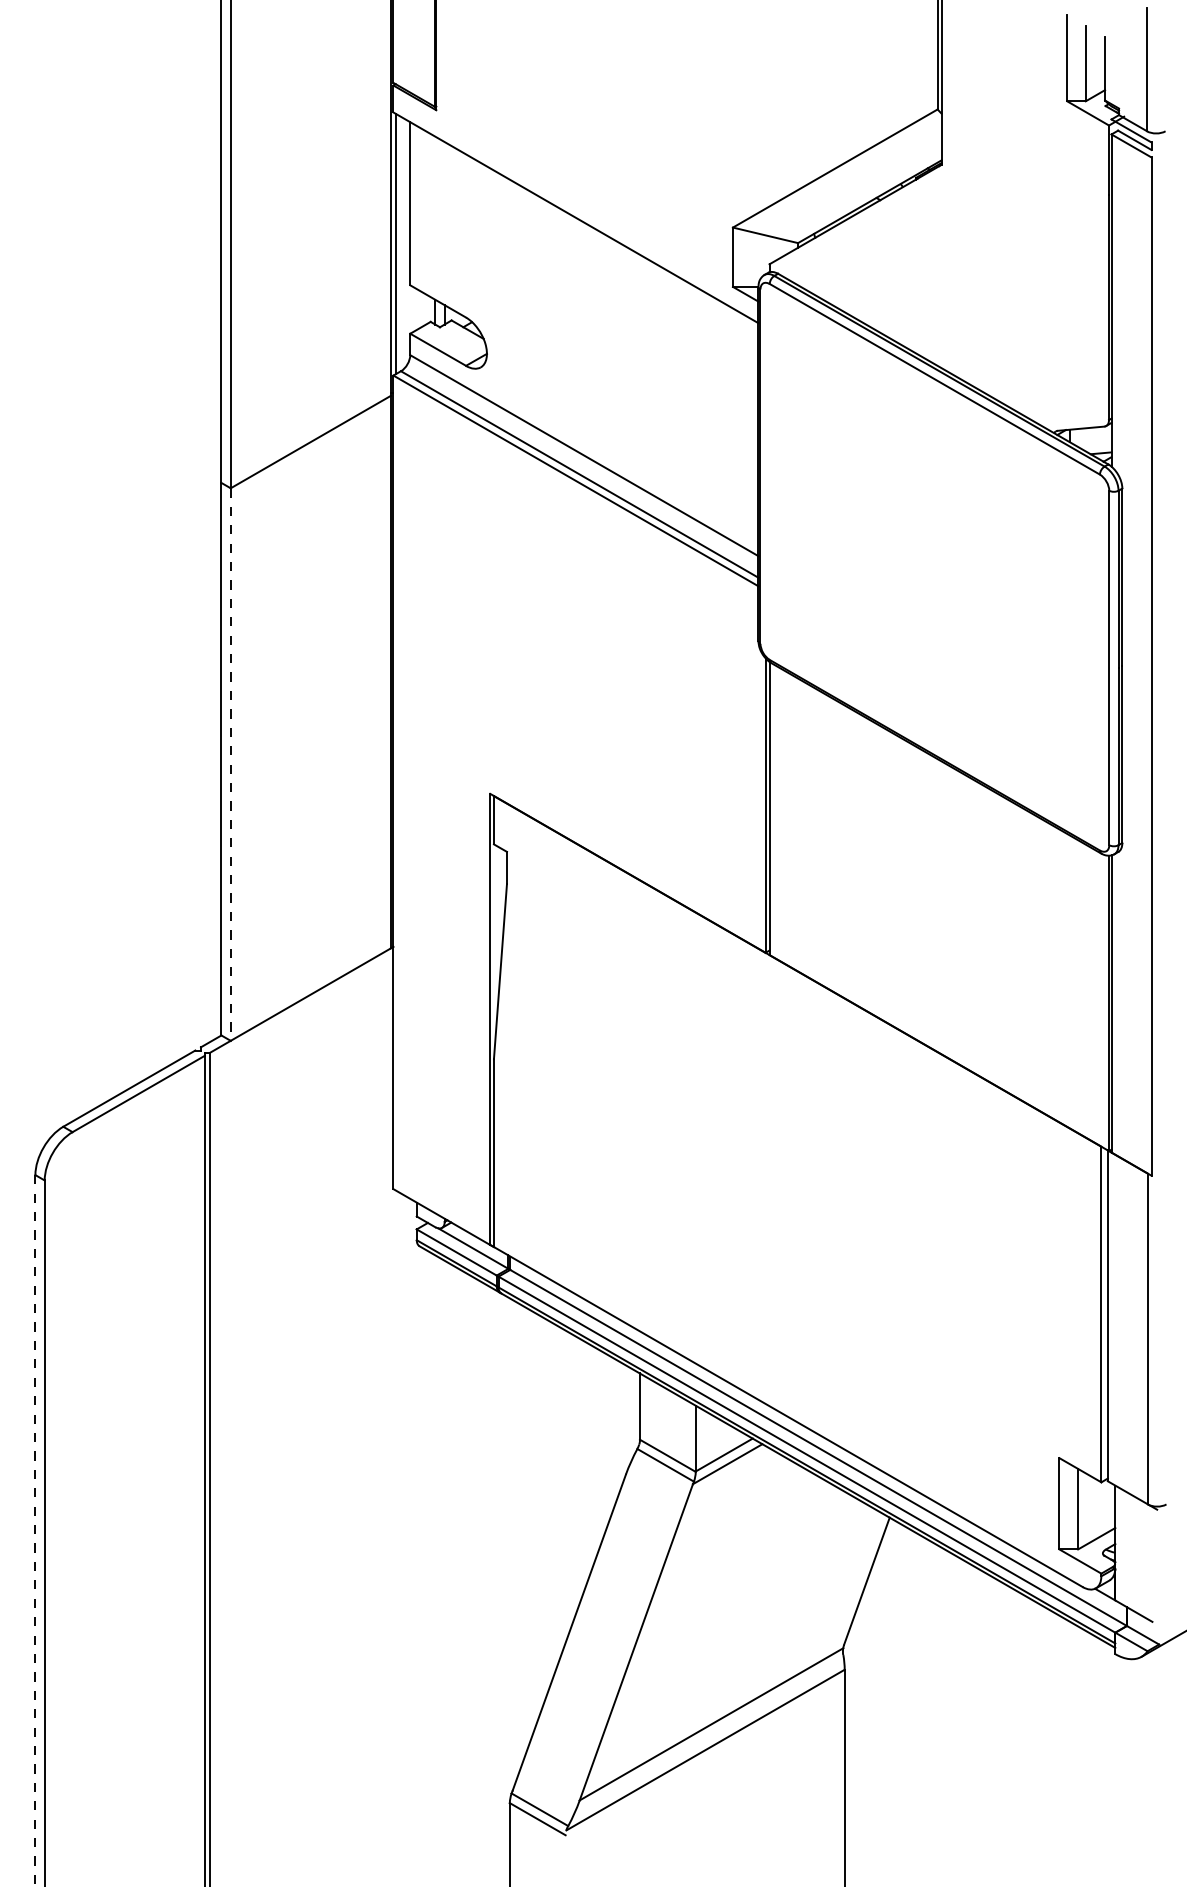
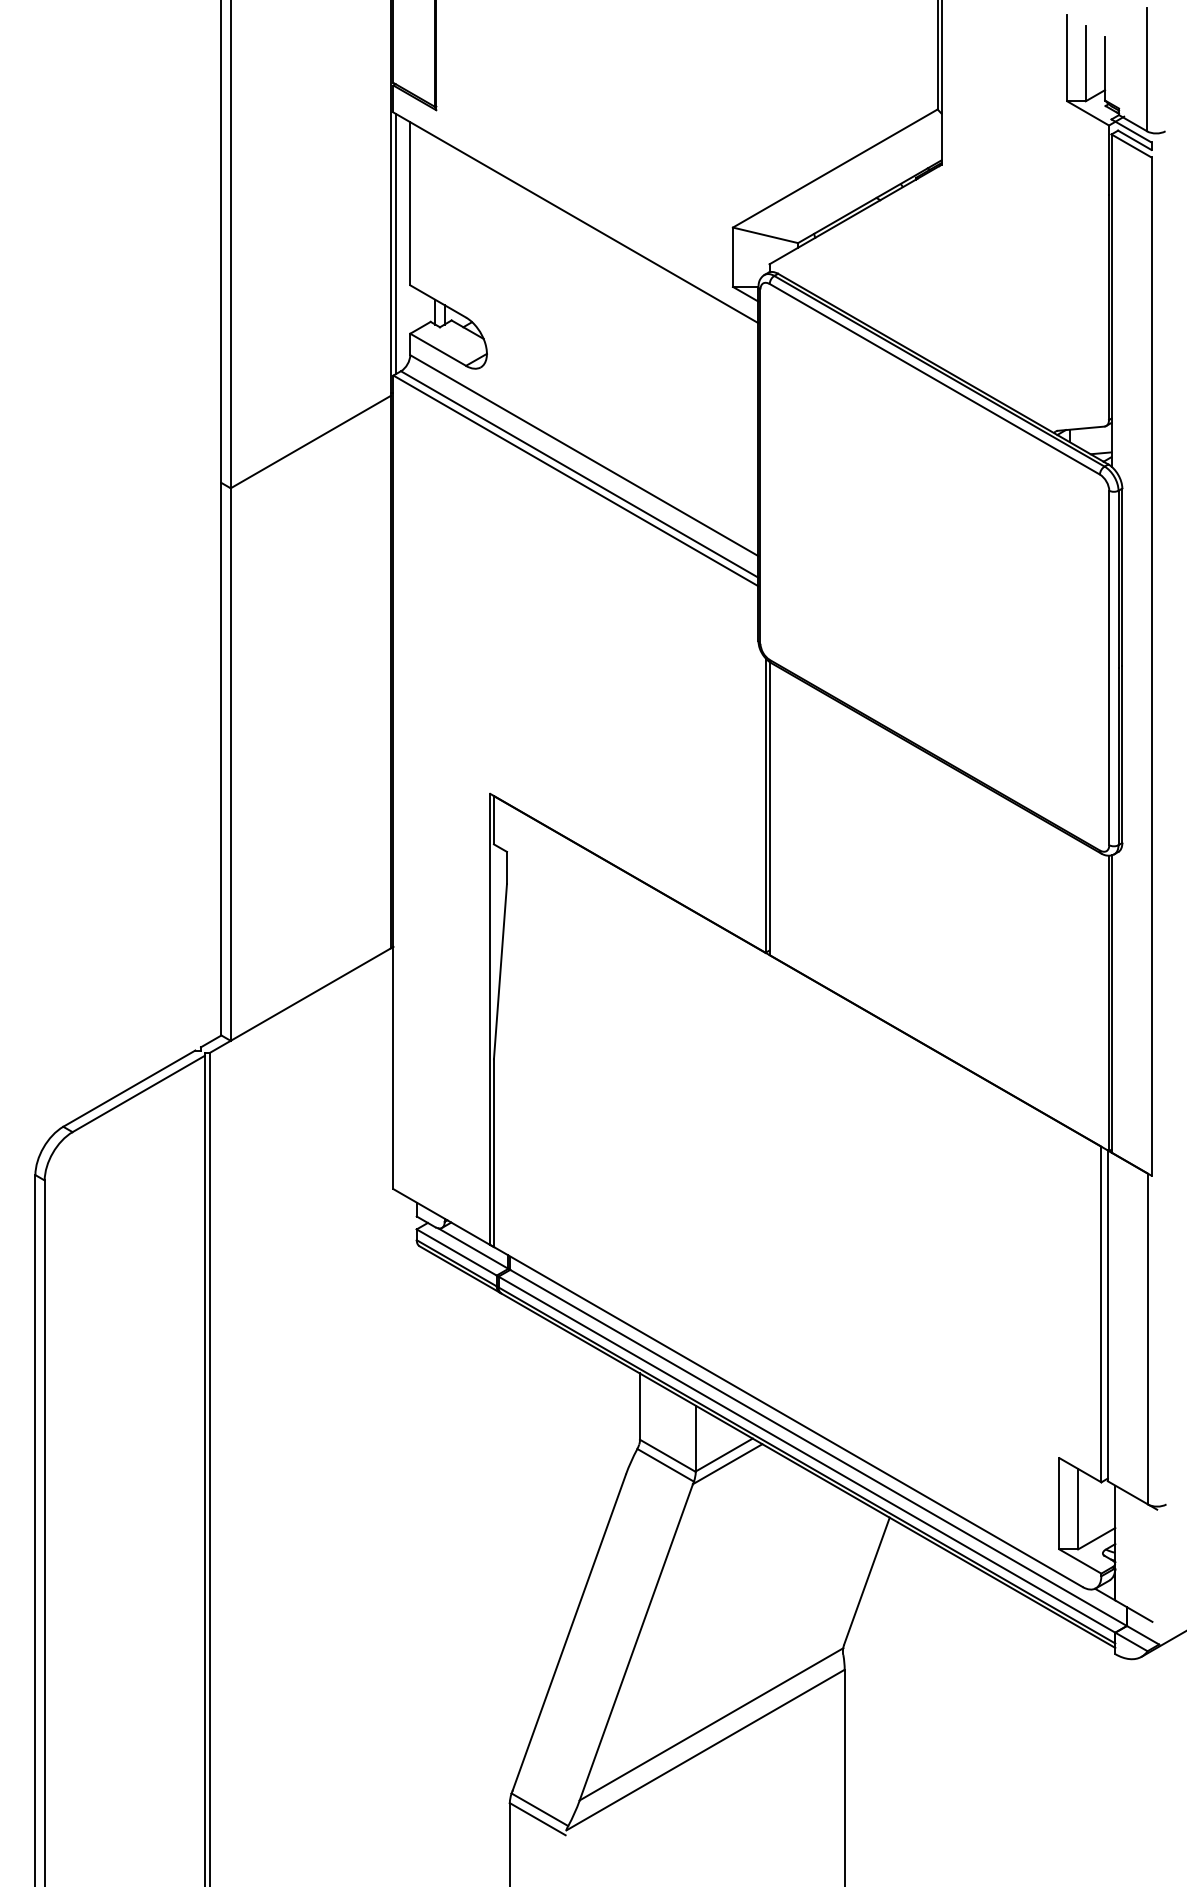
line at (230, 765): dashed -> solid
line at (35, 1530): dashed -> solid
